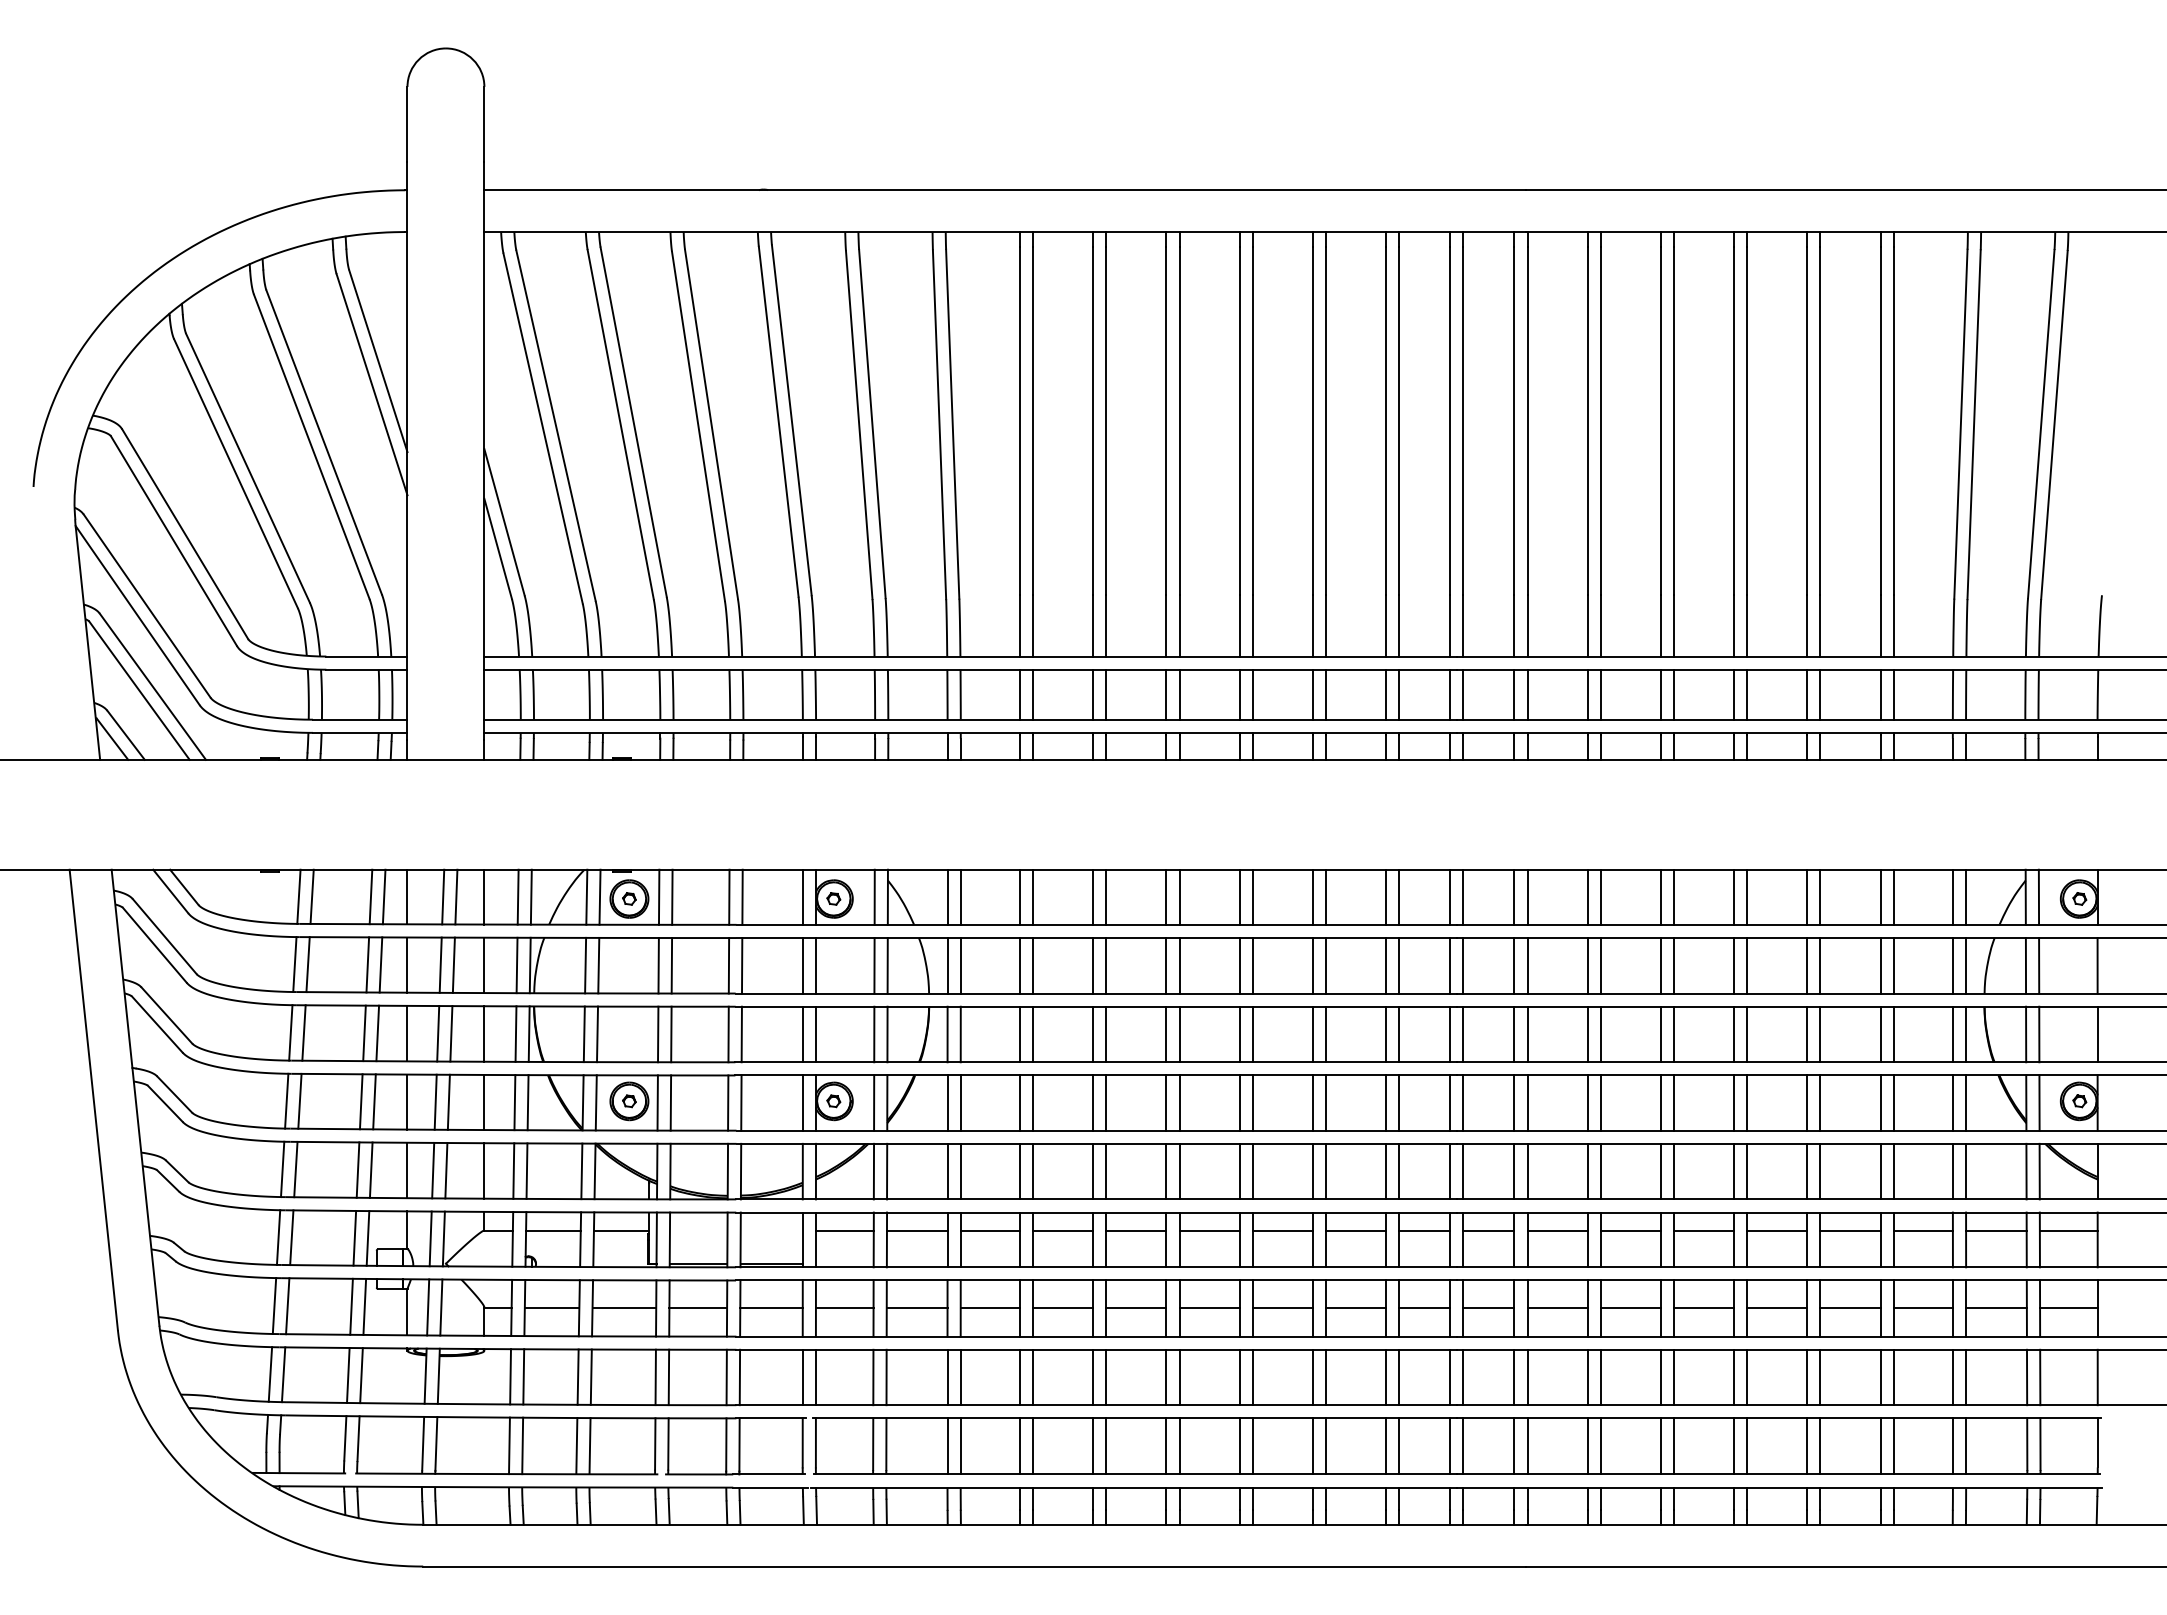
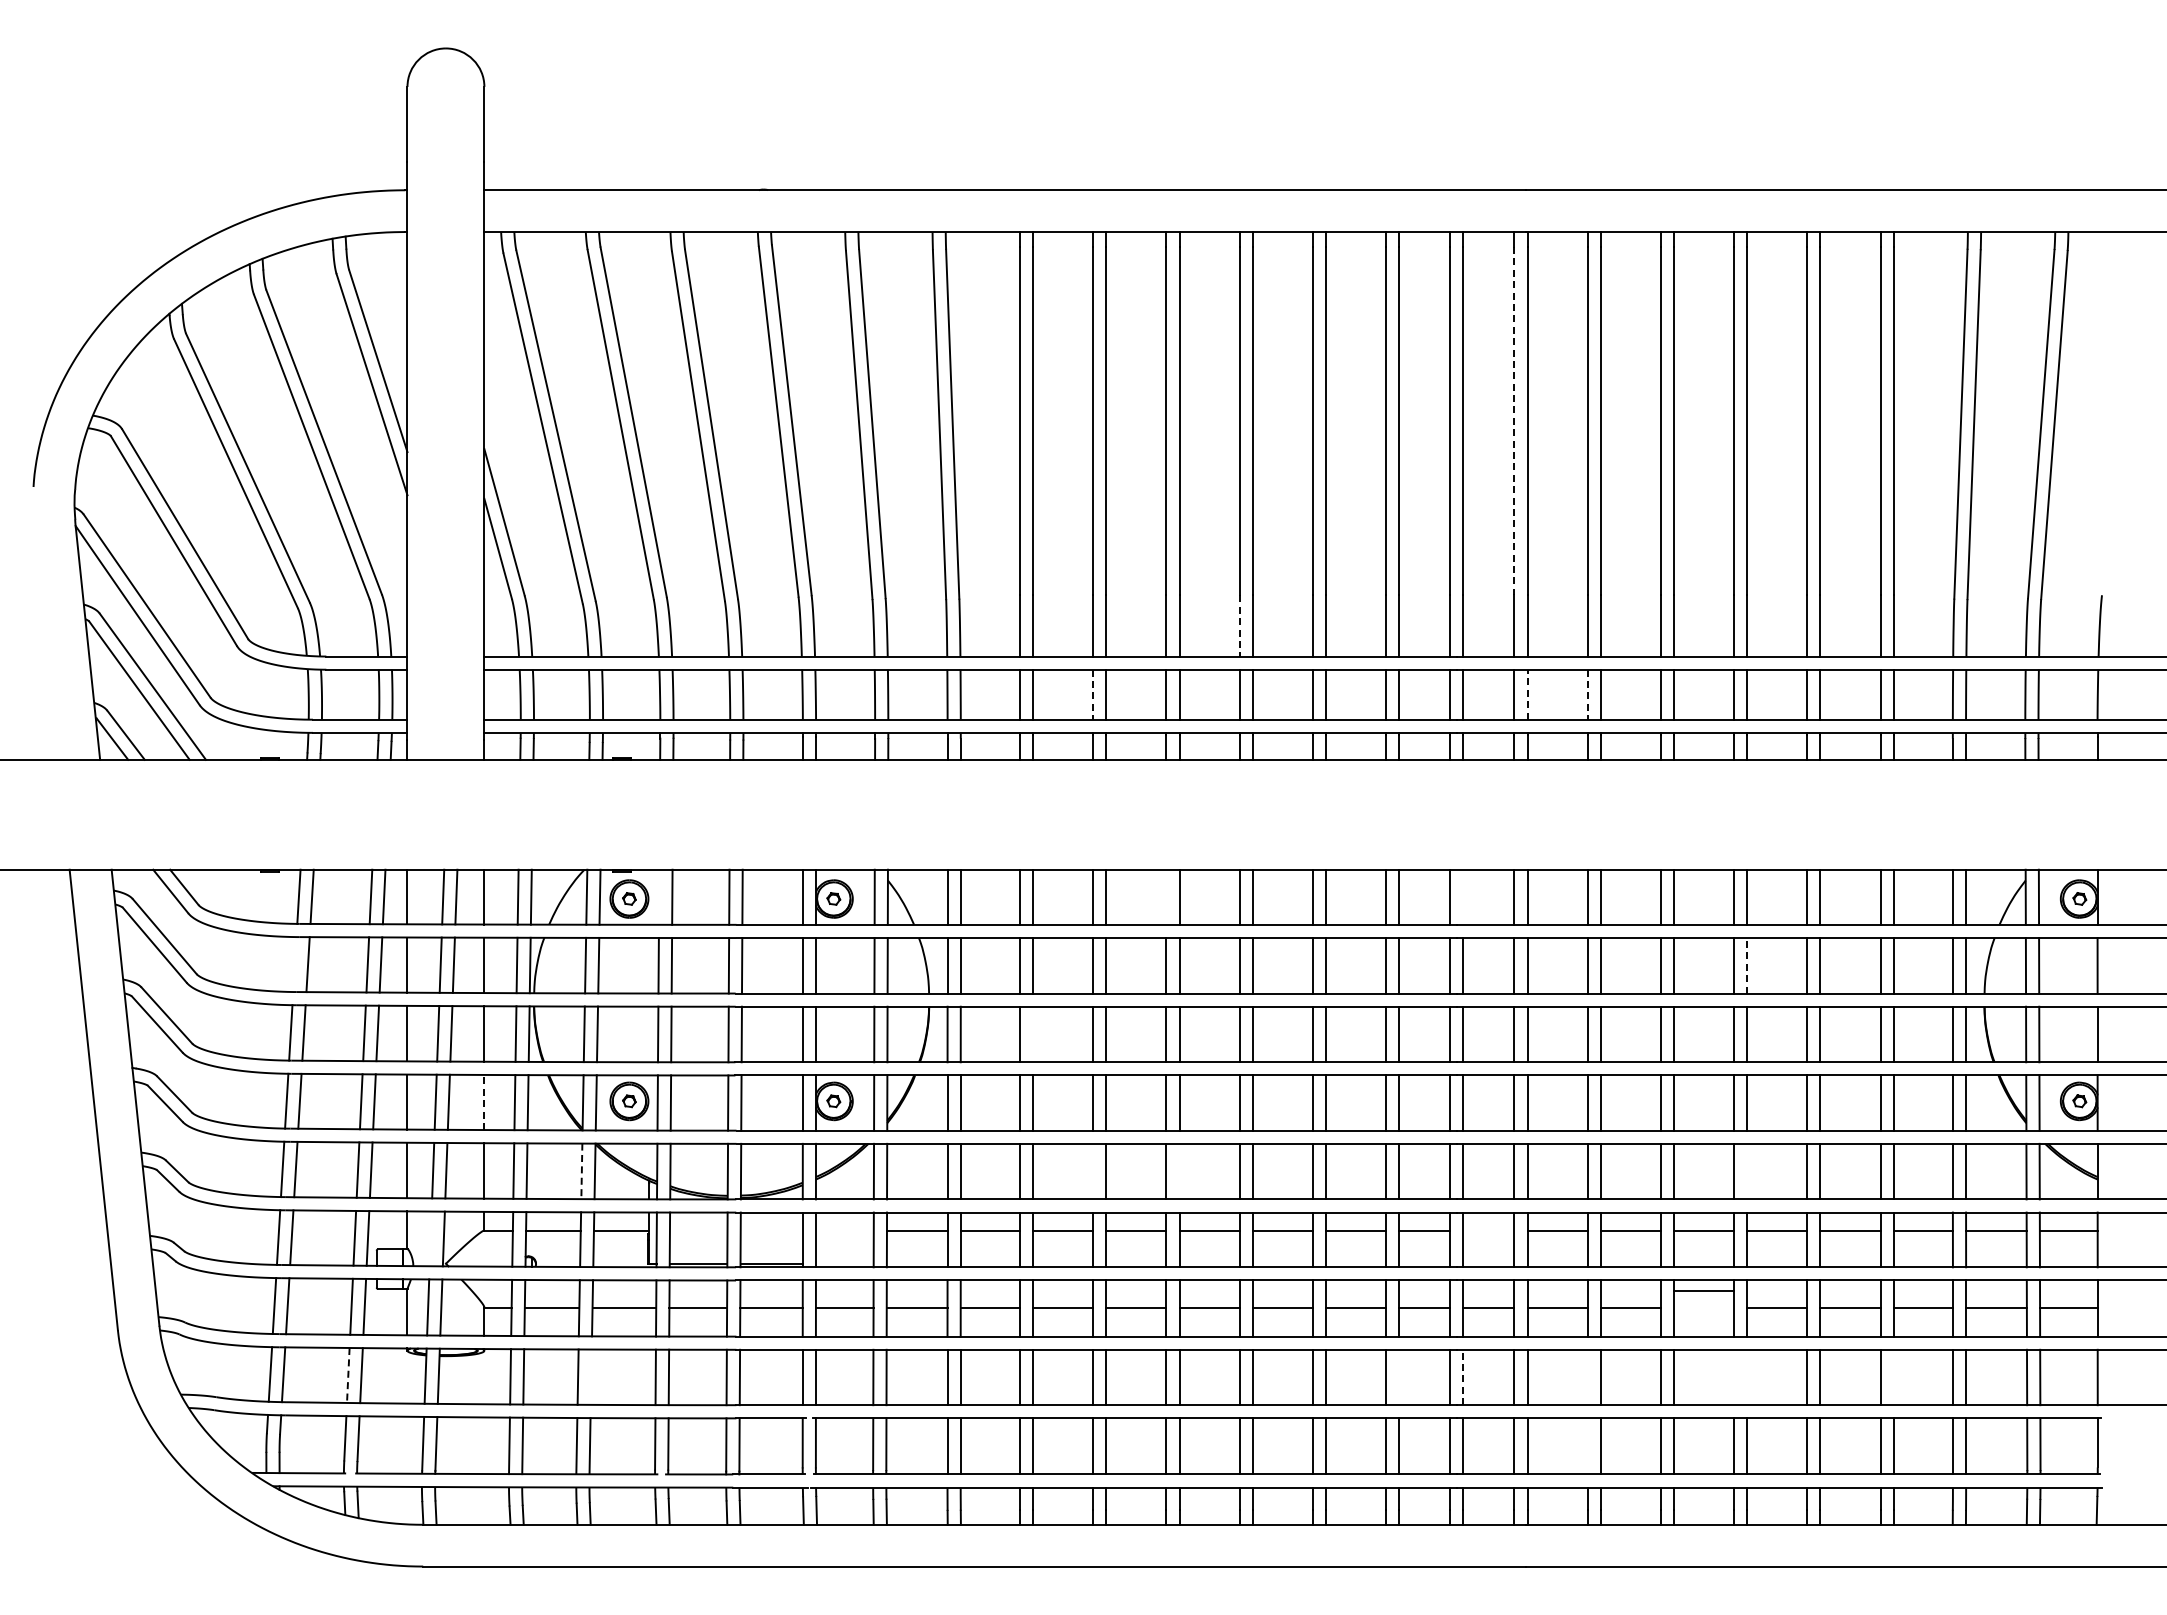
line at (1514, 421): solid -> dashed
line at (1239, 625): solid -> dashed
line at (1093, 694): solid -> dashed
line at (1527, 694): solid -> dashed
line at (1587, 694): solid -> dashed
line at (658, 896): present -> none
line at (1166, 896): present -> none
line at (1463, 896): present -> none
line at (294, 964): present -> none
line at (1747, 965): solid -> dashed
line at (1033, 1034): present -> none
line at (484, 1102): solid -> dashed
line at (581, 1171): solid -> dashed
line at (1093, 1171): present -> none
line at (1179, 1171): present -> none
line at (1747, 1171): present -> none
line at (844, 1230): present -> none
line at (1488, 1230): present -> none
line at (430, 1238): present -> none
line at (1703, 1307) position: (1703, 1307) -> (1703, 1290)
line at (348, 1375): solid -> dashed
line at (590, 1376): present -> none
line at (1399, 1377): present -> none
line at (1463, 1377): solid -> dashed
line at (1587, 1377): present -> none
line at (1734, 1377): present -> none
line at (1747, 1377): present -> none
line at (1893, 1377): present -> none
line at (1587, 1446): present -> none
